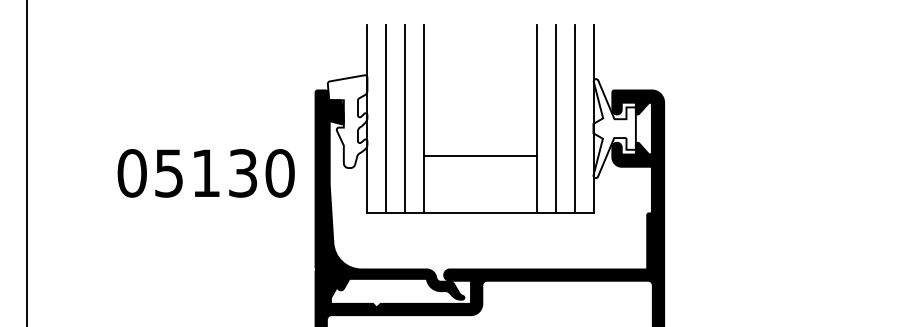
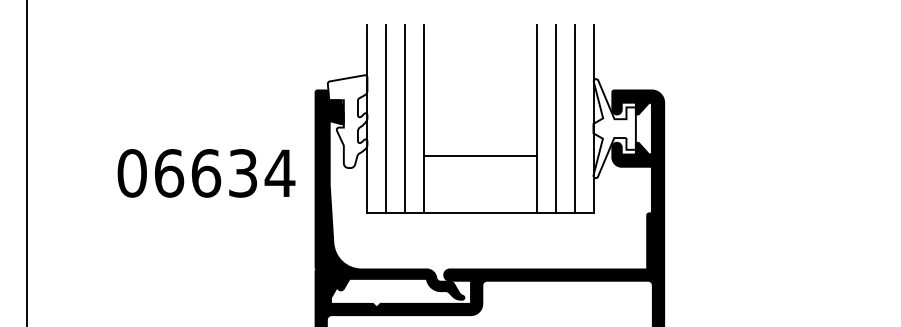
text at (225, 173): 05130 -> 06634
